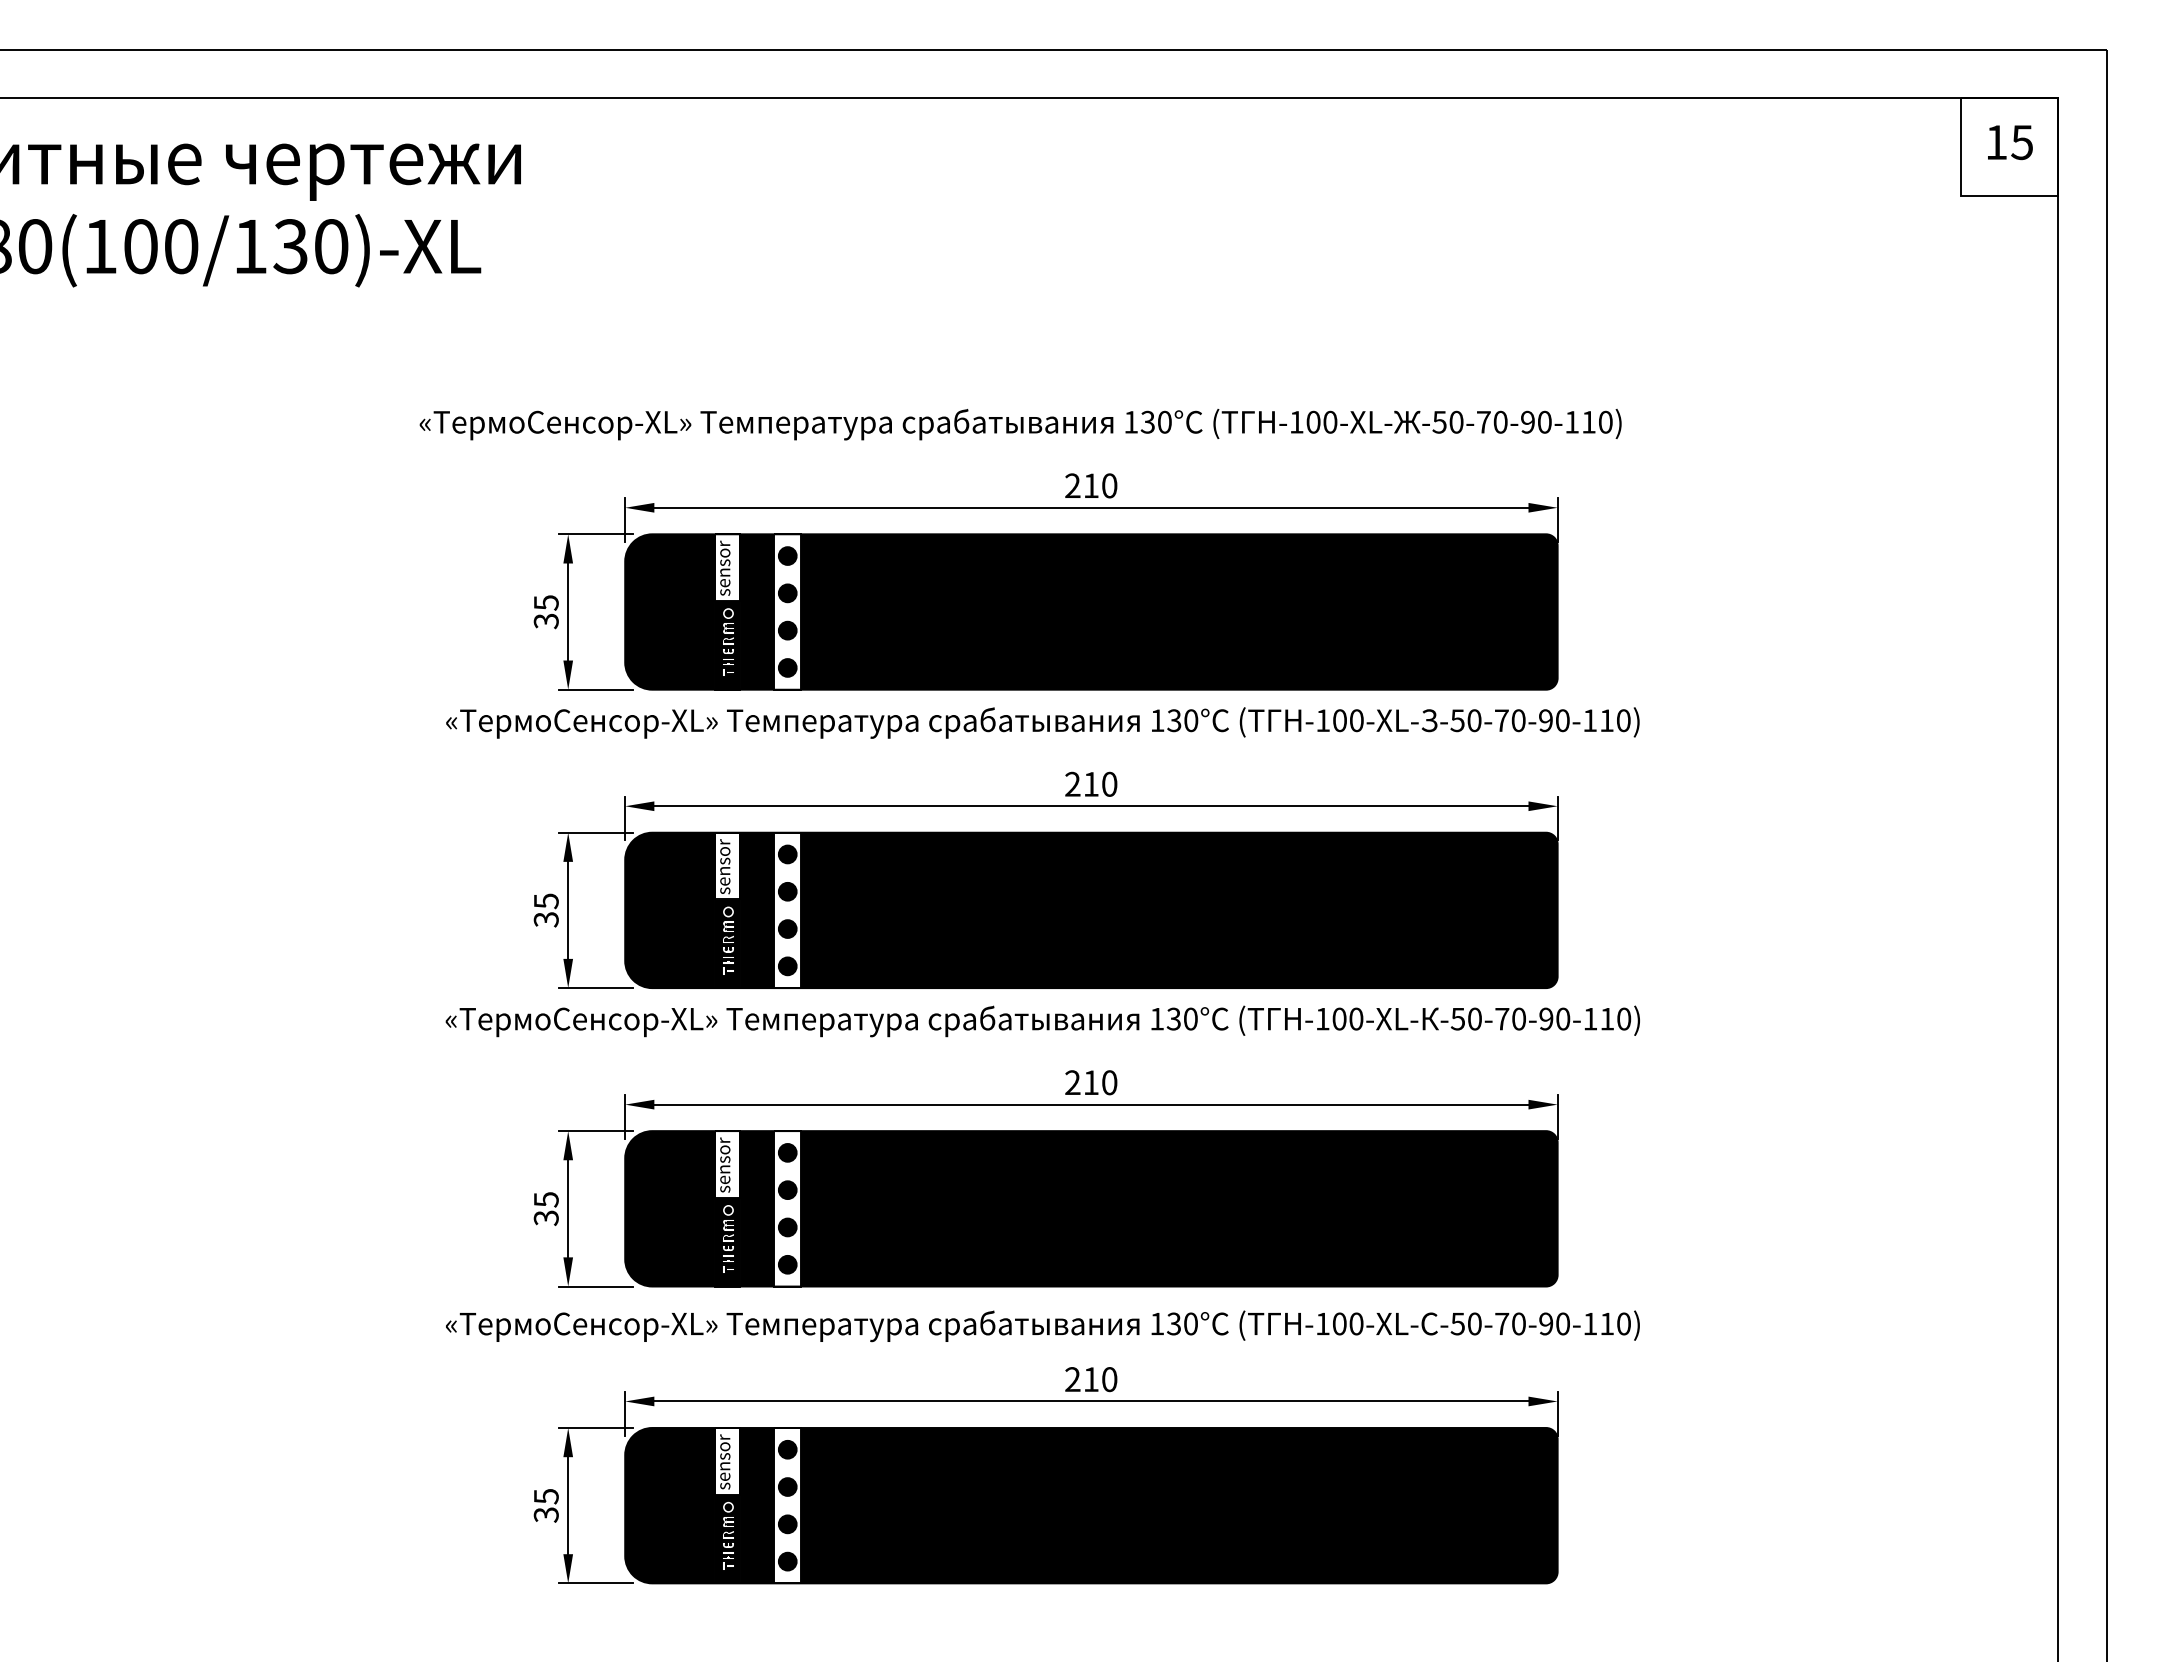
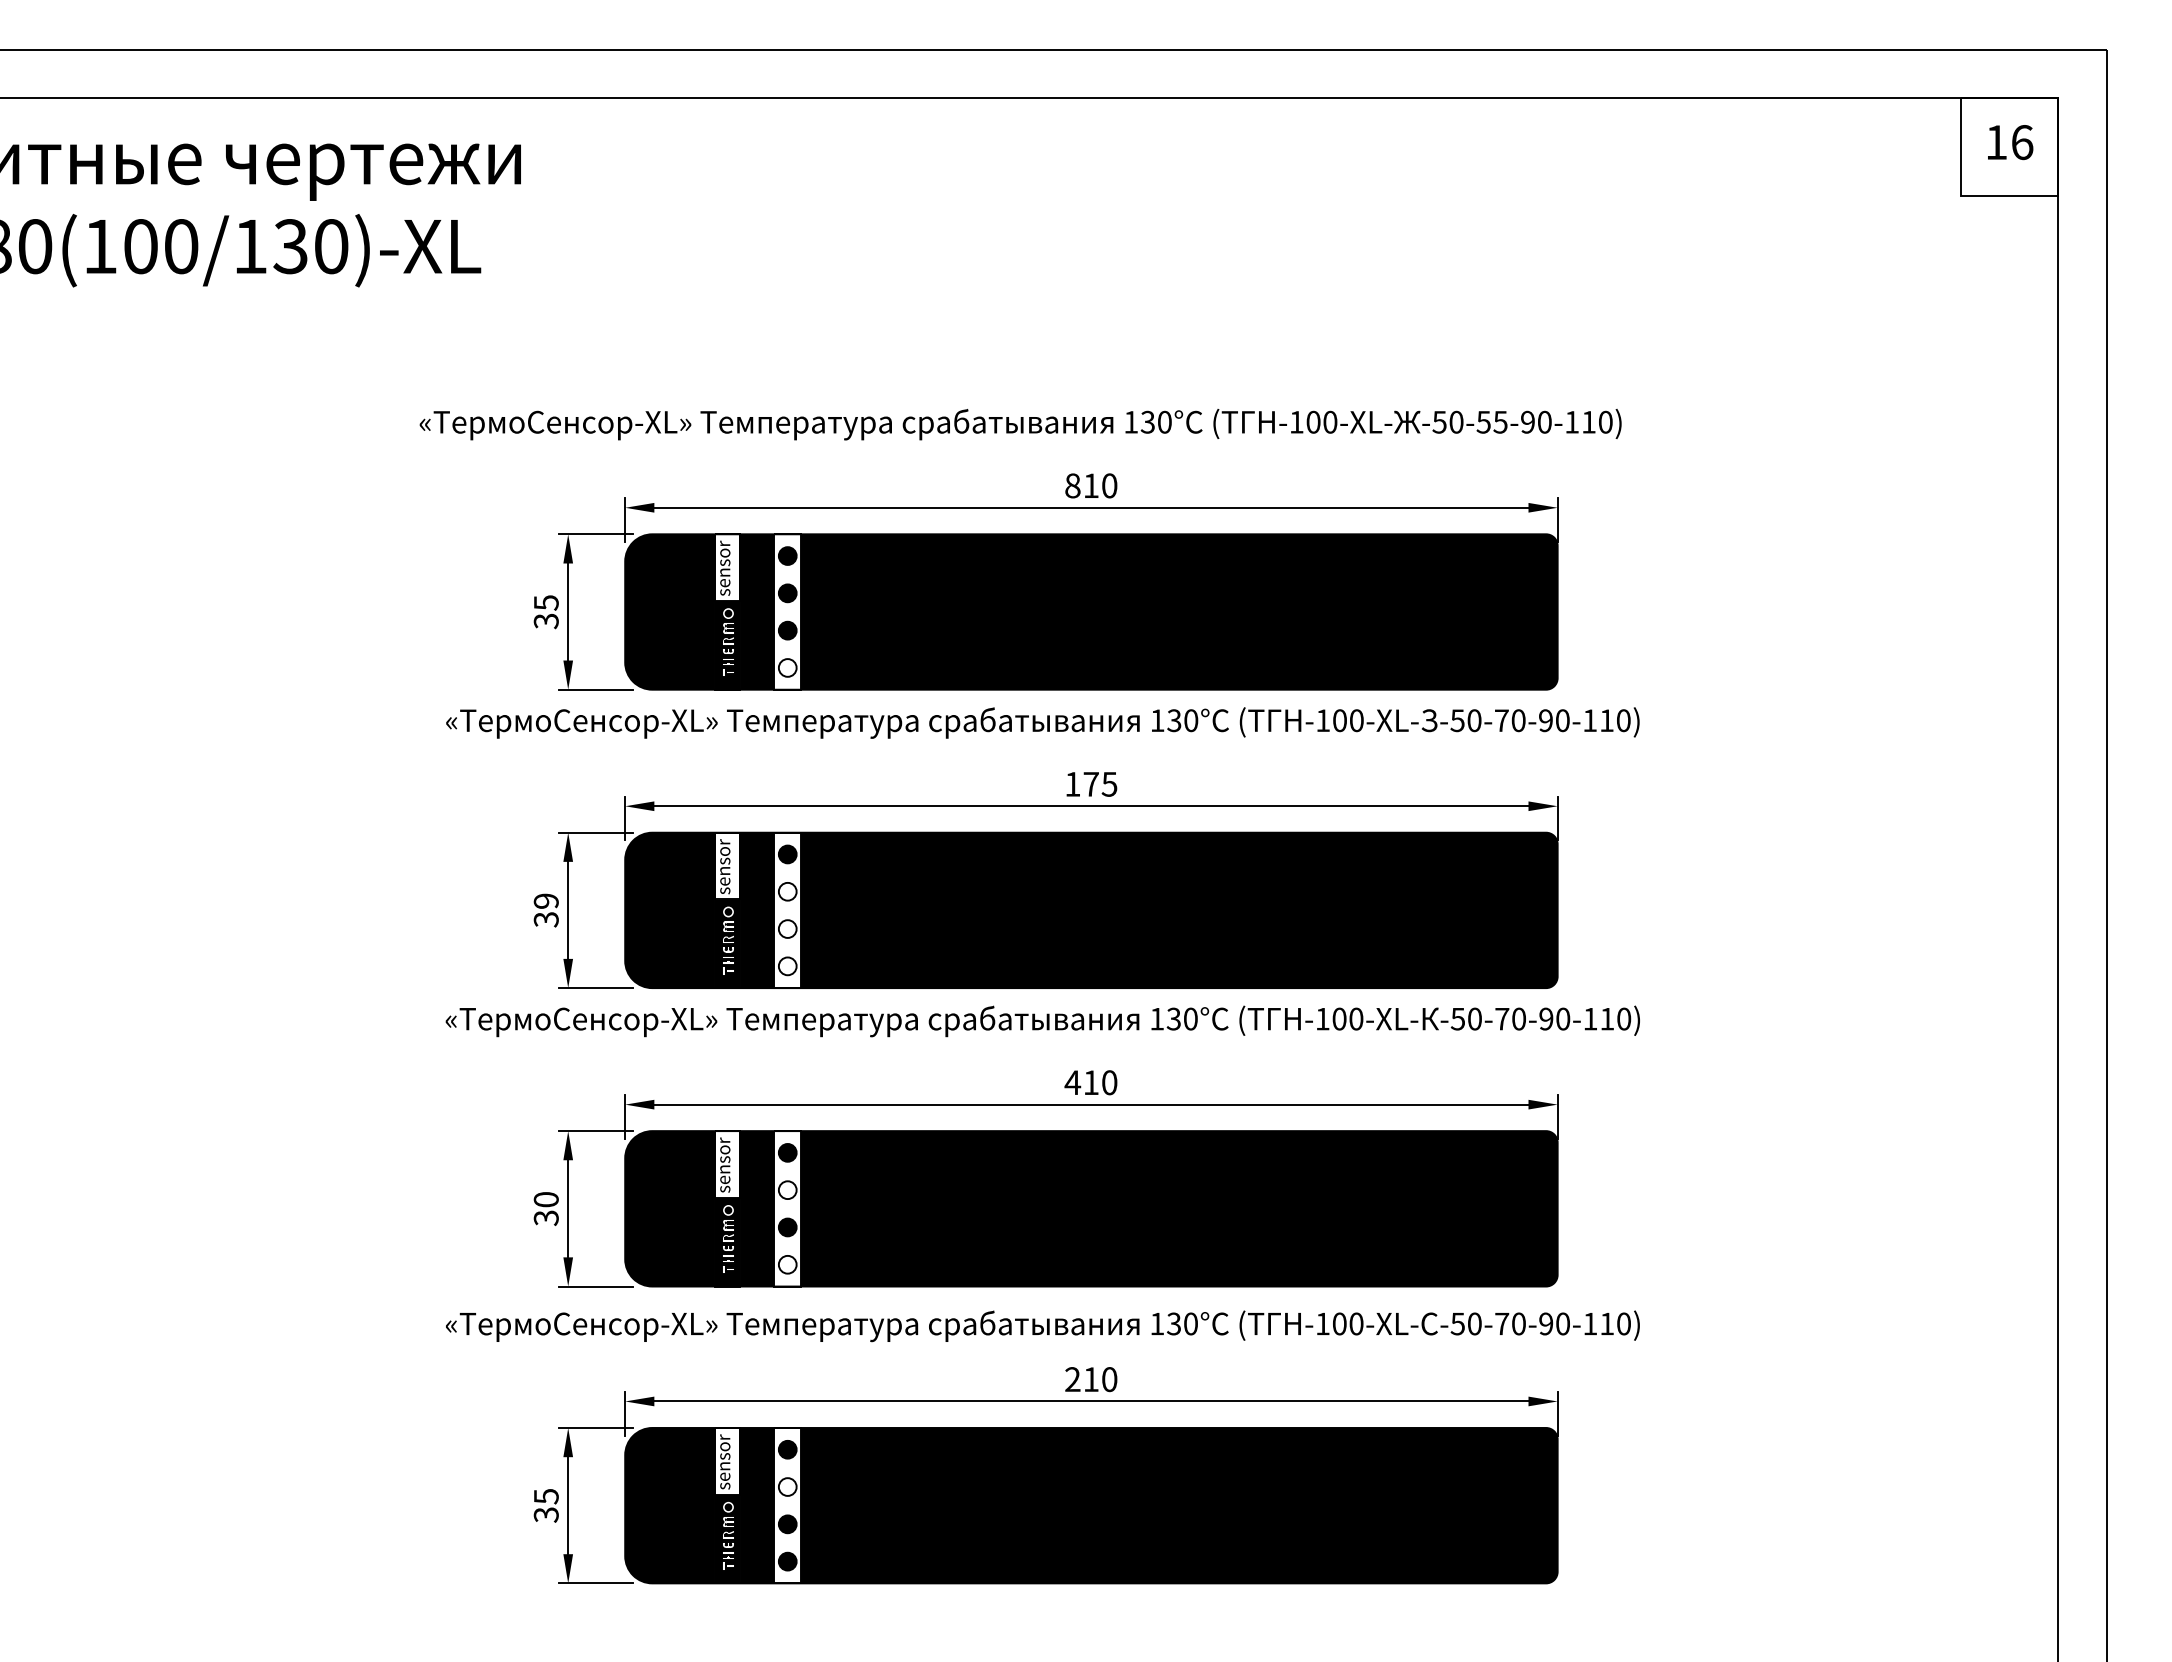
text at (2022, 142): 15 -> 16
text at (1491, 421): -50-70-90-110) -> -50-55-90-110)
text at (1072, 485): 210 -> 810
fill at (787, 667): present -> none
text at (1091, 783): 210 -> 175
fill at (787, 891): present -> none
text at (545, 901): 35 -> 39
fill at (787, 928): present -> none
fill at (787, 966): present -> none
text at (1072, 1082): 210 -> 410
fill at (787, 1190): present -> none
text at (545, 1199): 35 -> 30
fill at (787, 1264): present -> none
fill at (787, 1486): present -> none
